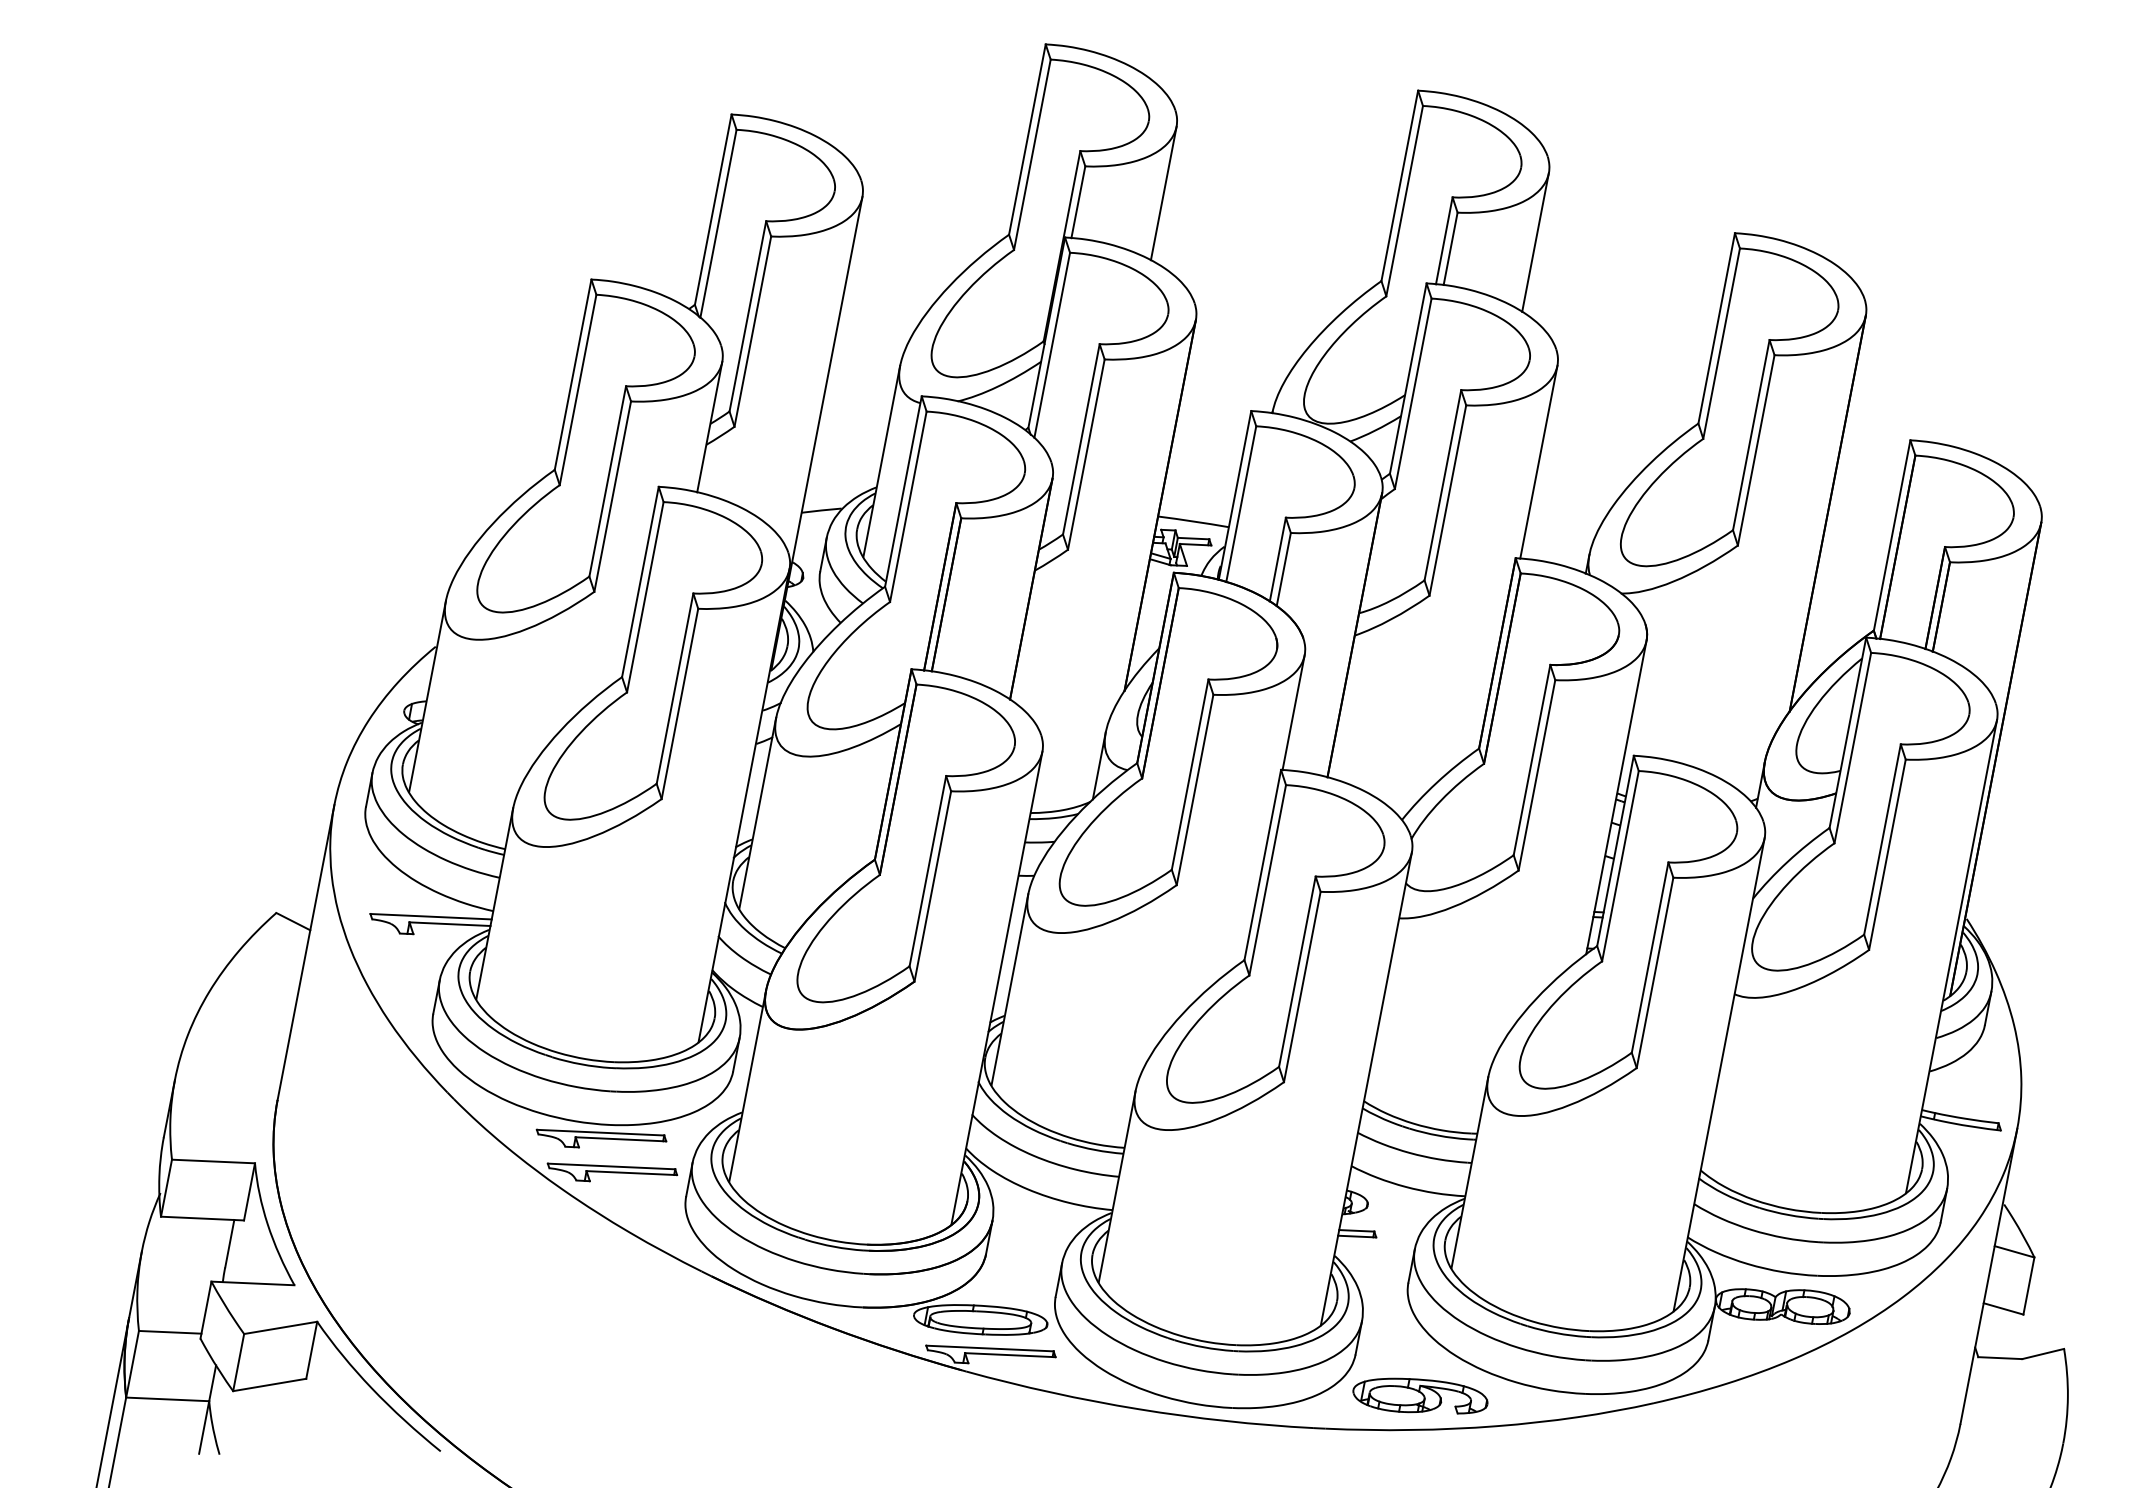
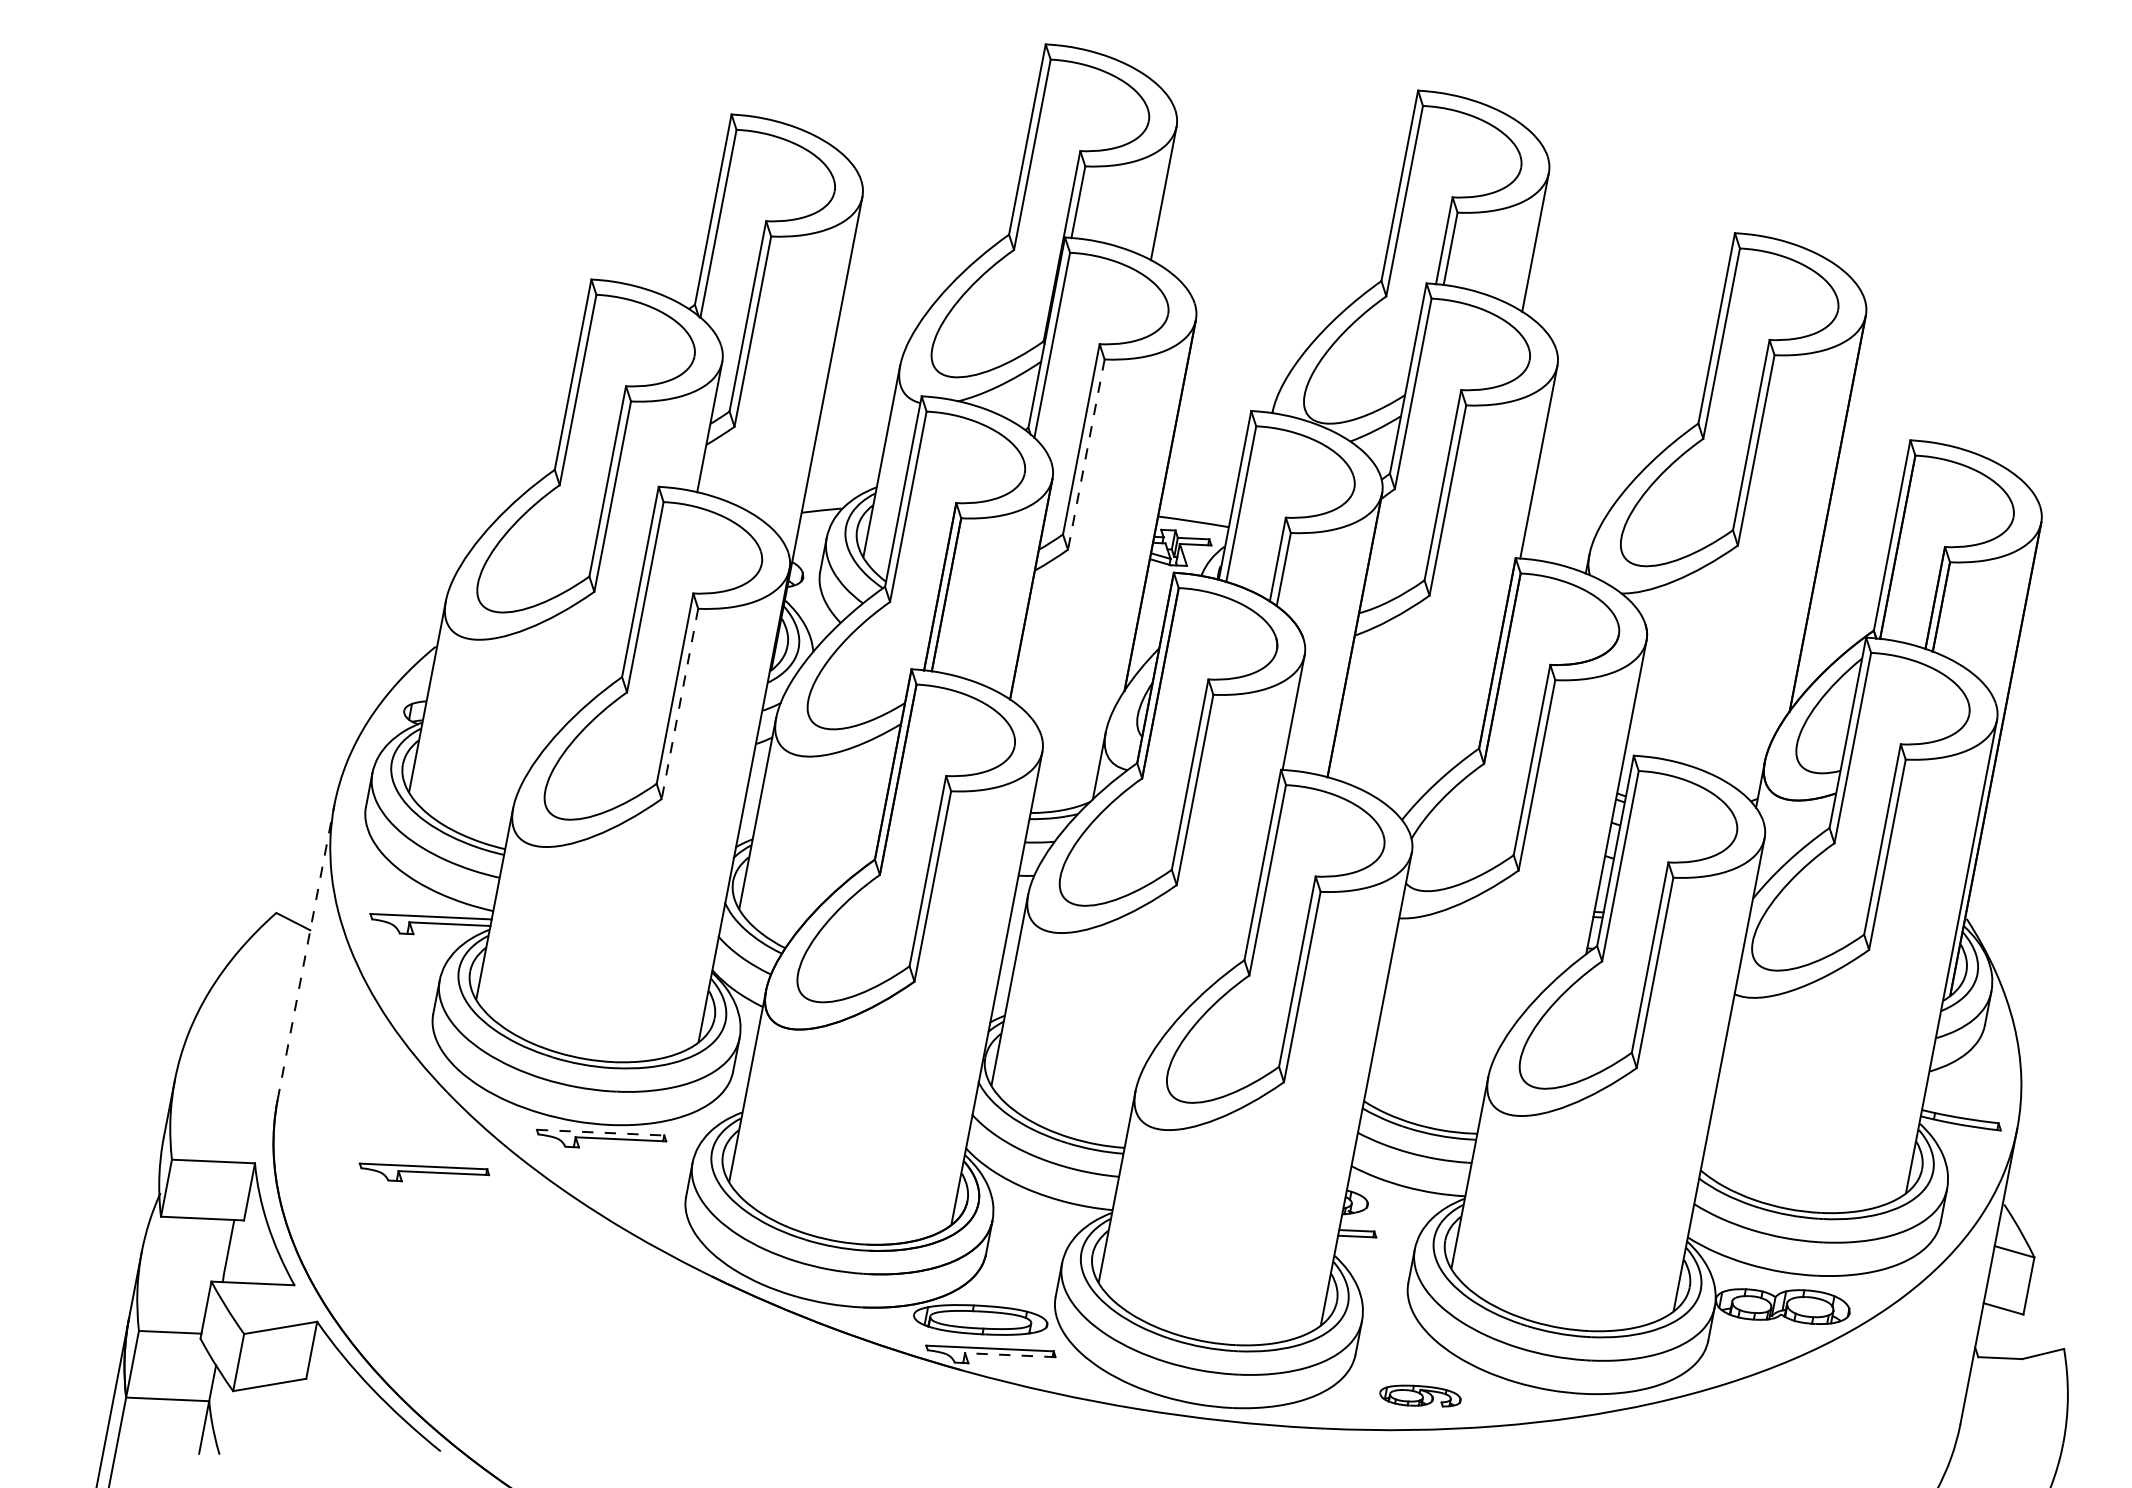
line at (1086, 454): solid -> dashed
line at (679, 703): solid -> dashed
line at (306, 951): solid -> dashed
line at (600, 1132): solid -> dashed
part at (612, 1172) position: (612, 1172) -> (424, 1172)
line at (1009, 1355): solid -> dashed
part at (1420, 1395) size: 137x38 px -> 83x24 px
